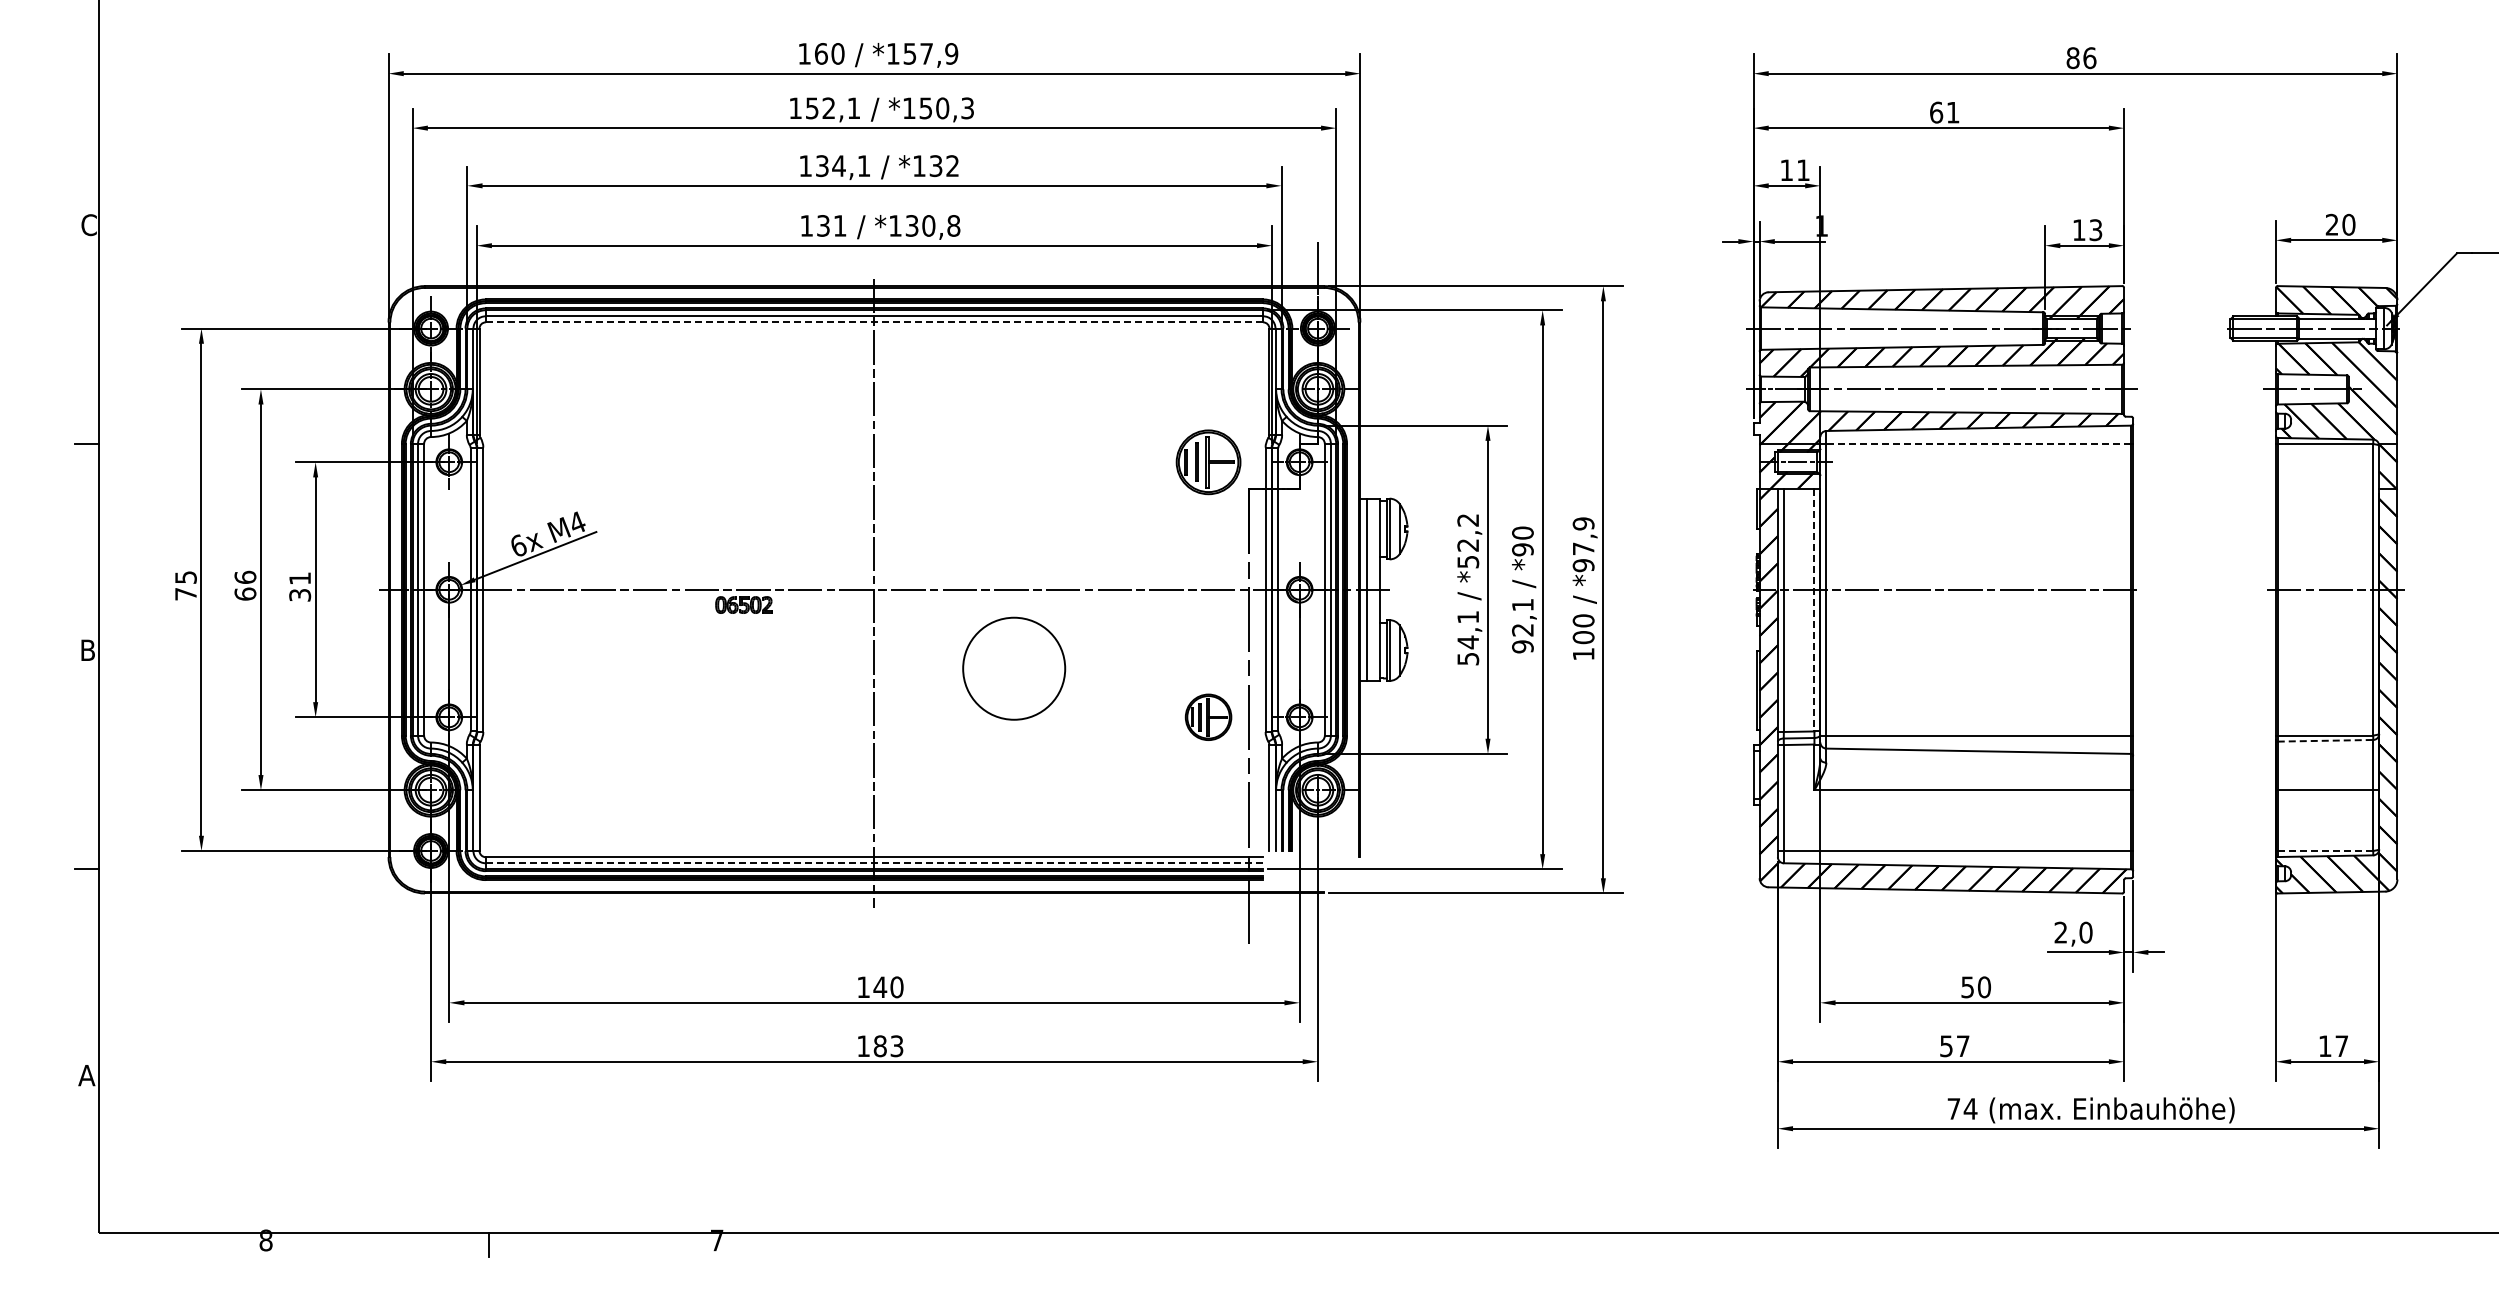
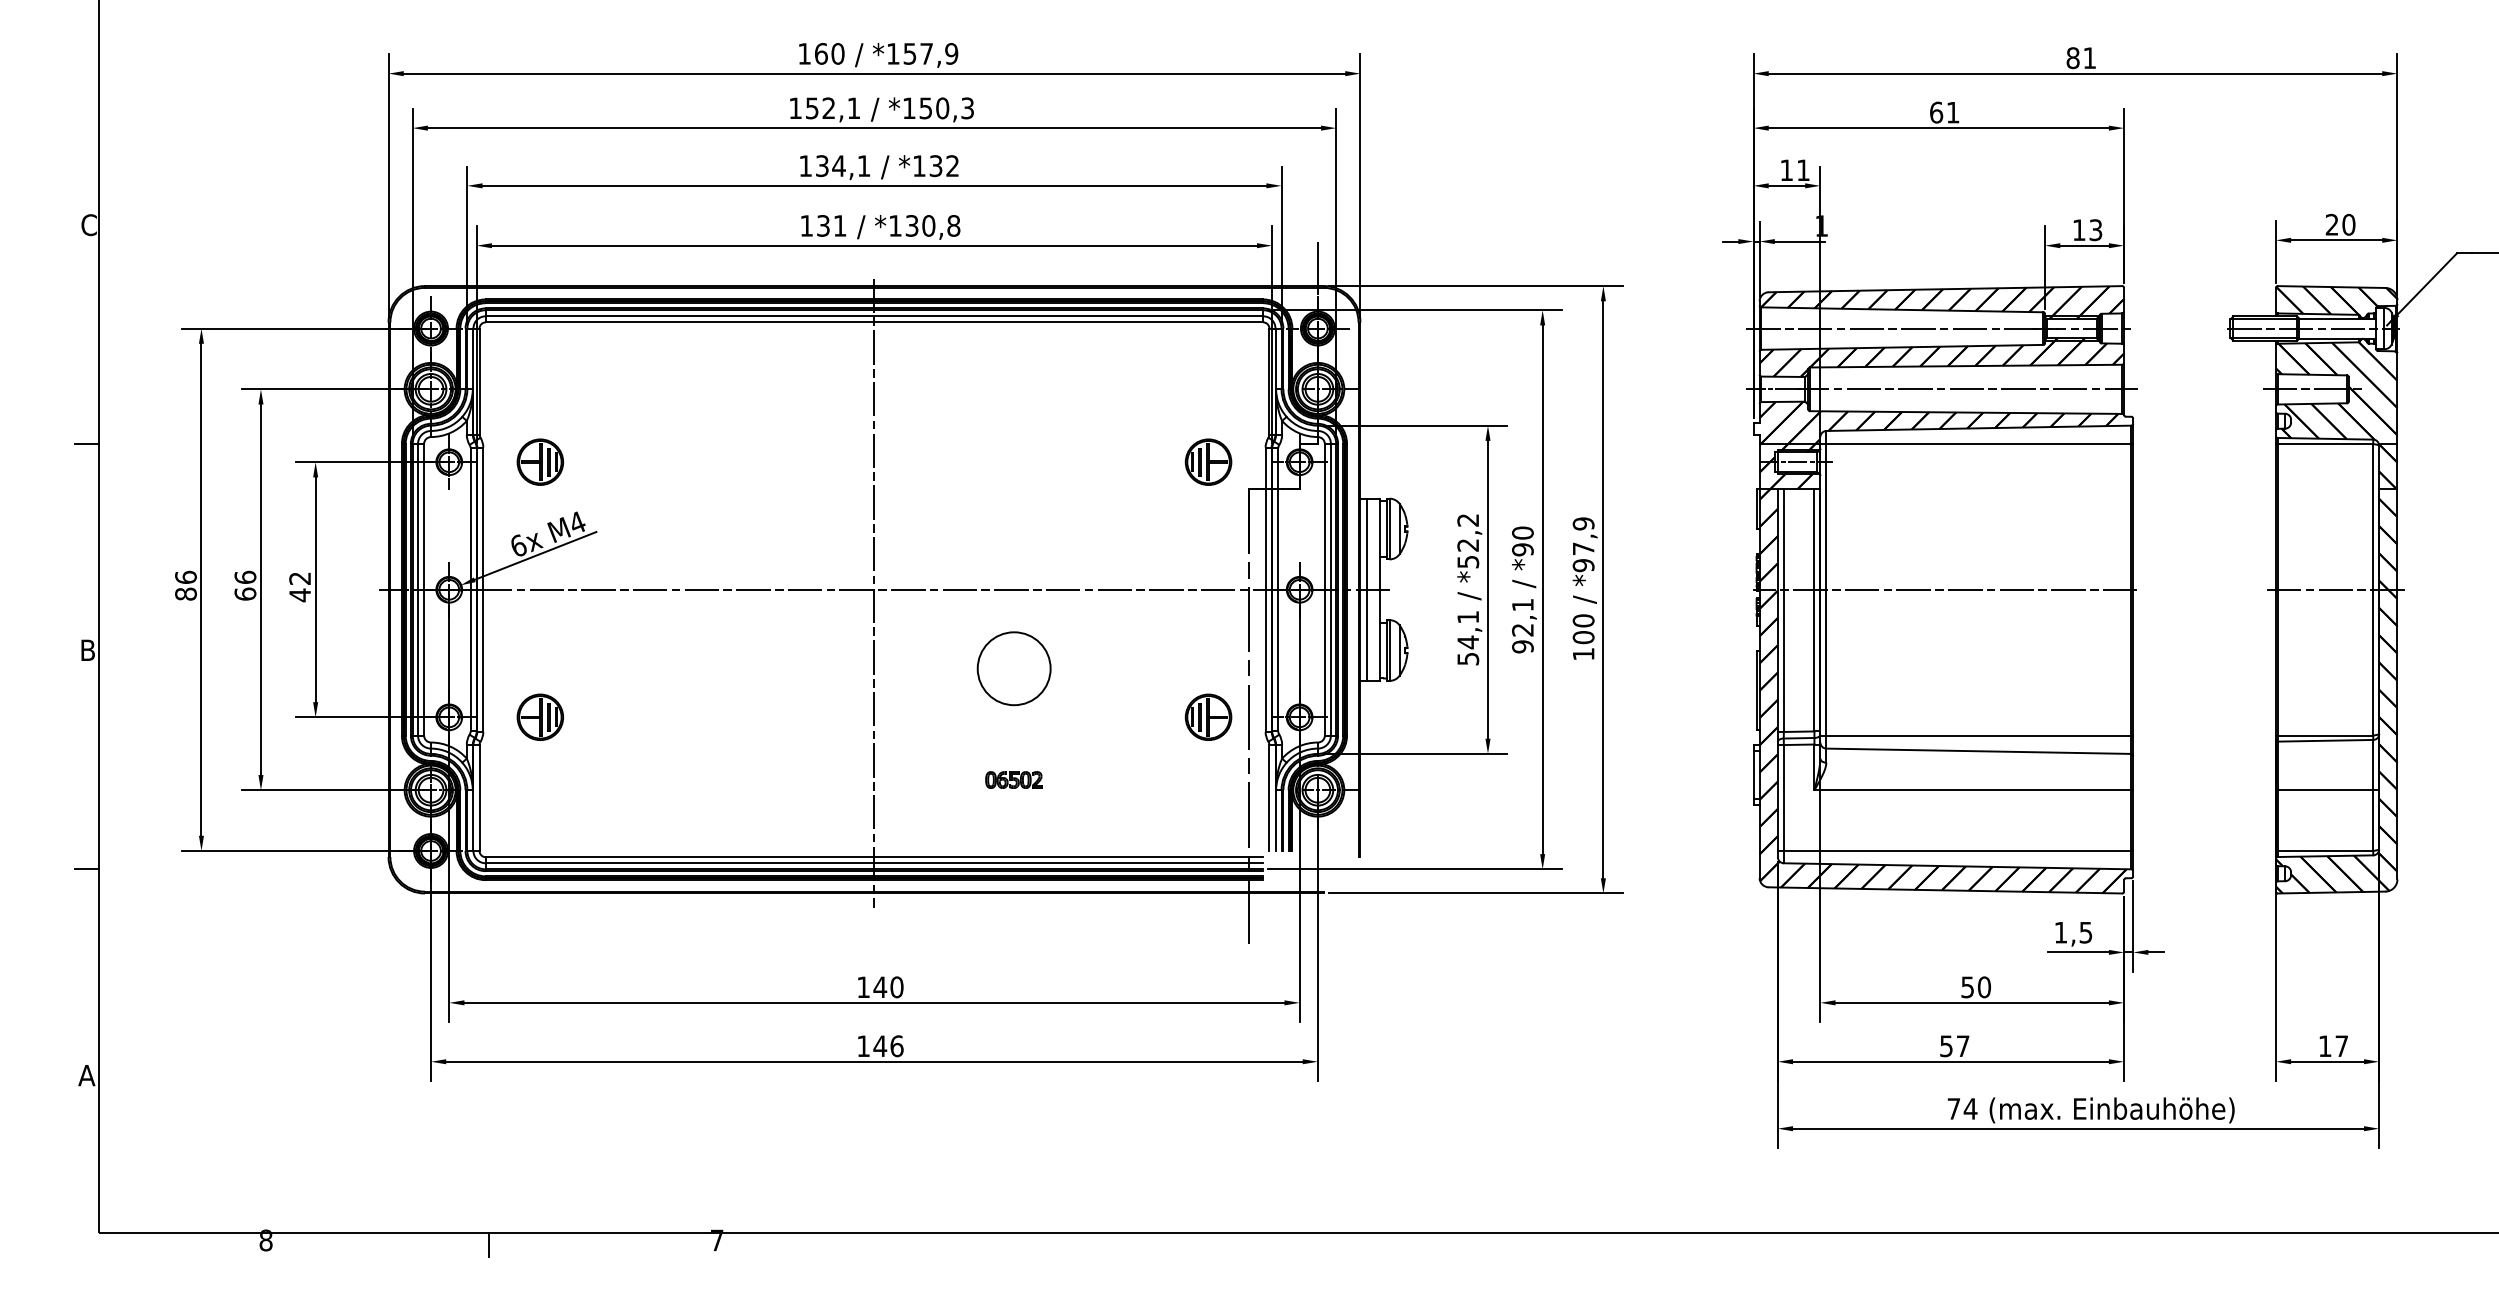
text at (2089, 58): 86 -> 81
line at (874, 322): dashed -> solid
line at (1978, 444): dashed -> solid
part at (540, 461): none -> present
part at (1208, 462) size: 67x67 px -> 49x48 px
text at (185, 585): 75 -> 86
text at (300, 587): 31 -> 42
part at (743, 604) position: (743, 604) -> (1013, 779)
line at (1814, 610): dashed -> solid
circle at (1014, 668) diameter: 102 px -> 73 px
part at (540, 716): none -> present
line at (2325, 740): dashed -> solid
line at (2325, 850): dashed -> solid
line at (874, 863): dashed -> solid
text at (2073, 932): 2,0 -> 1,5
text at (888, 1046): 183 -> 146
